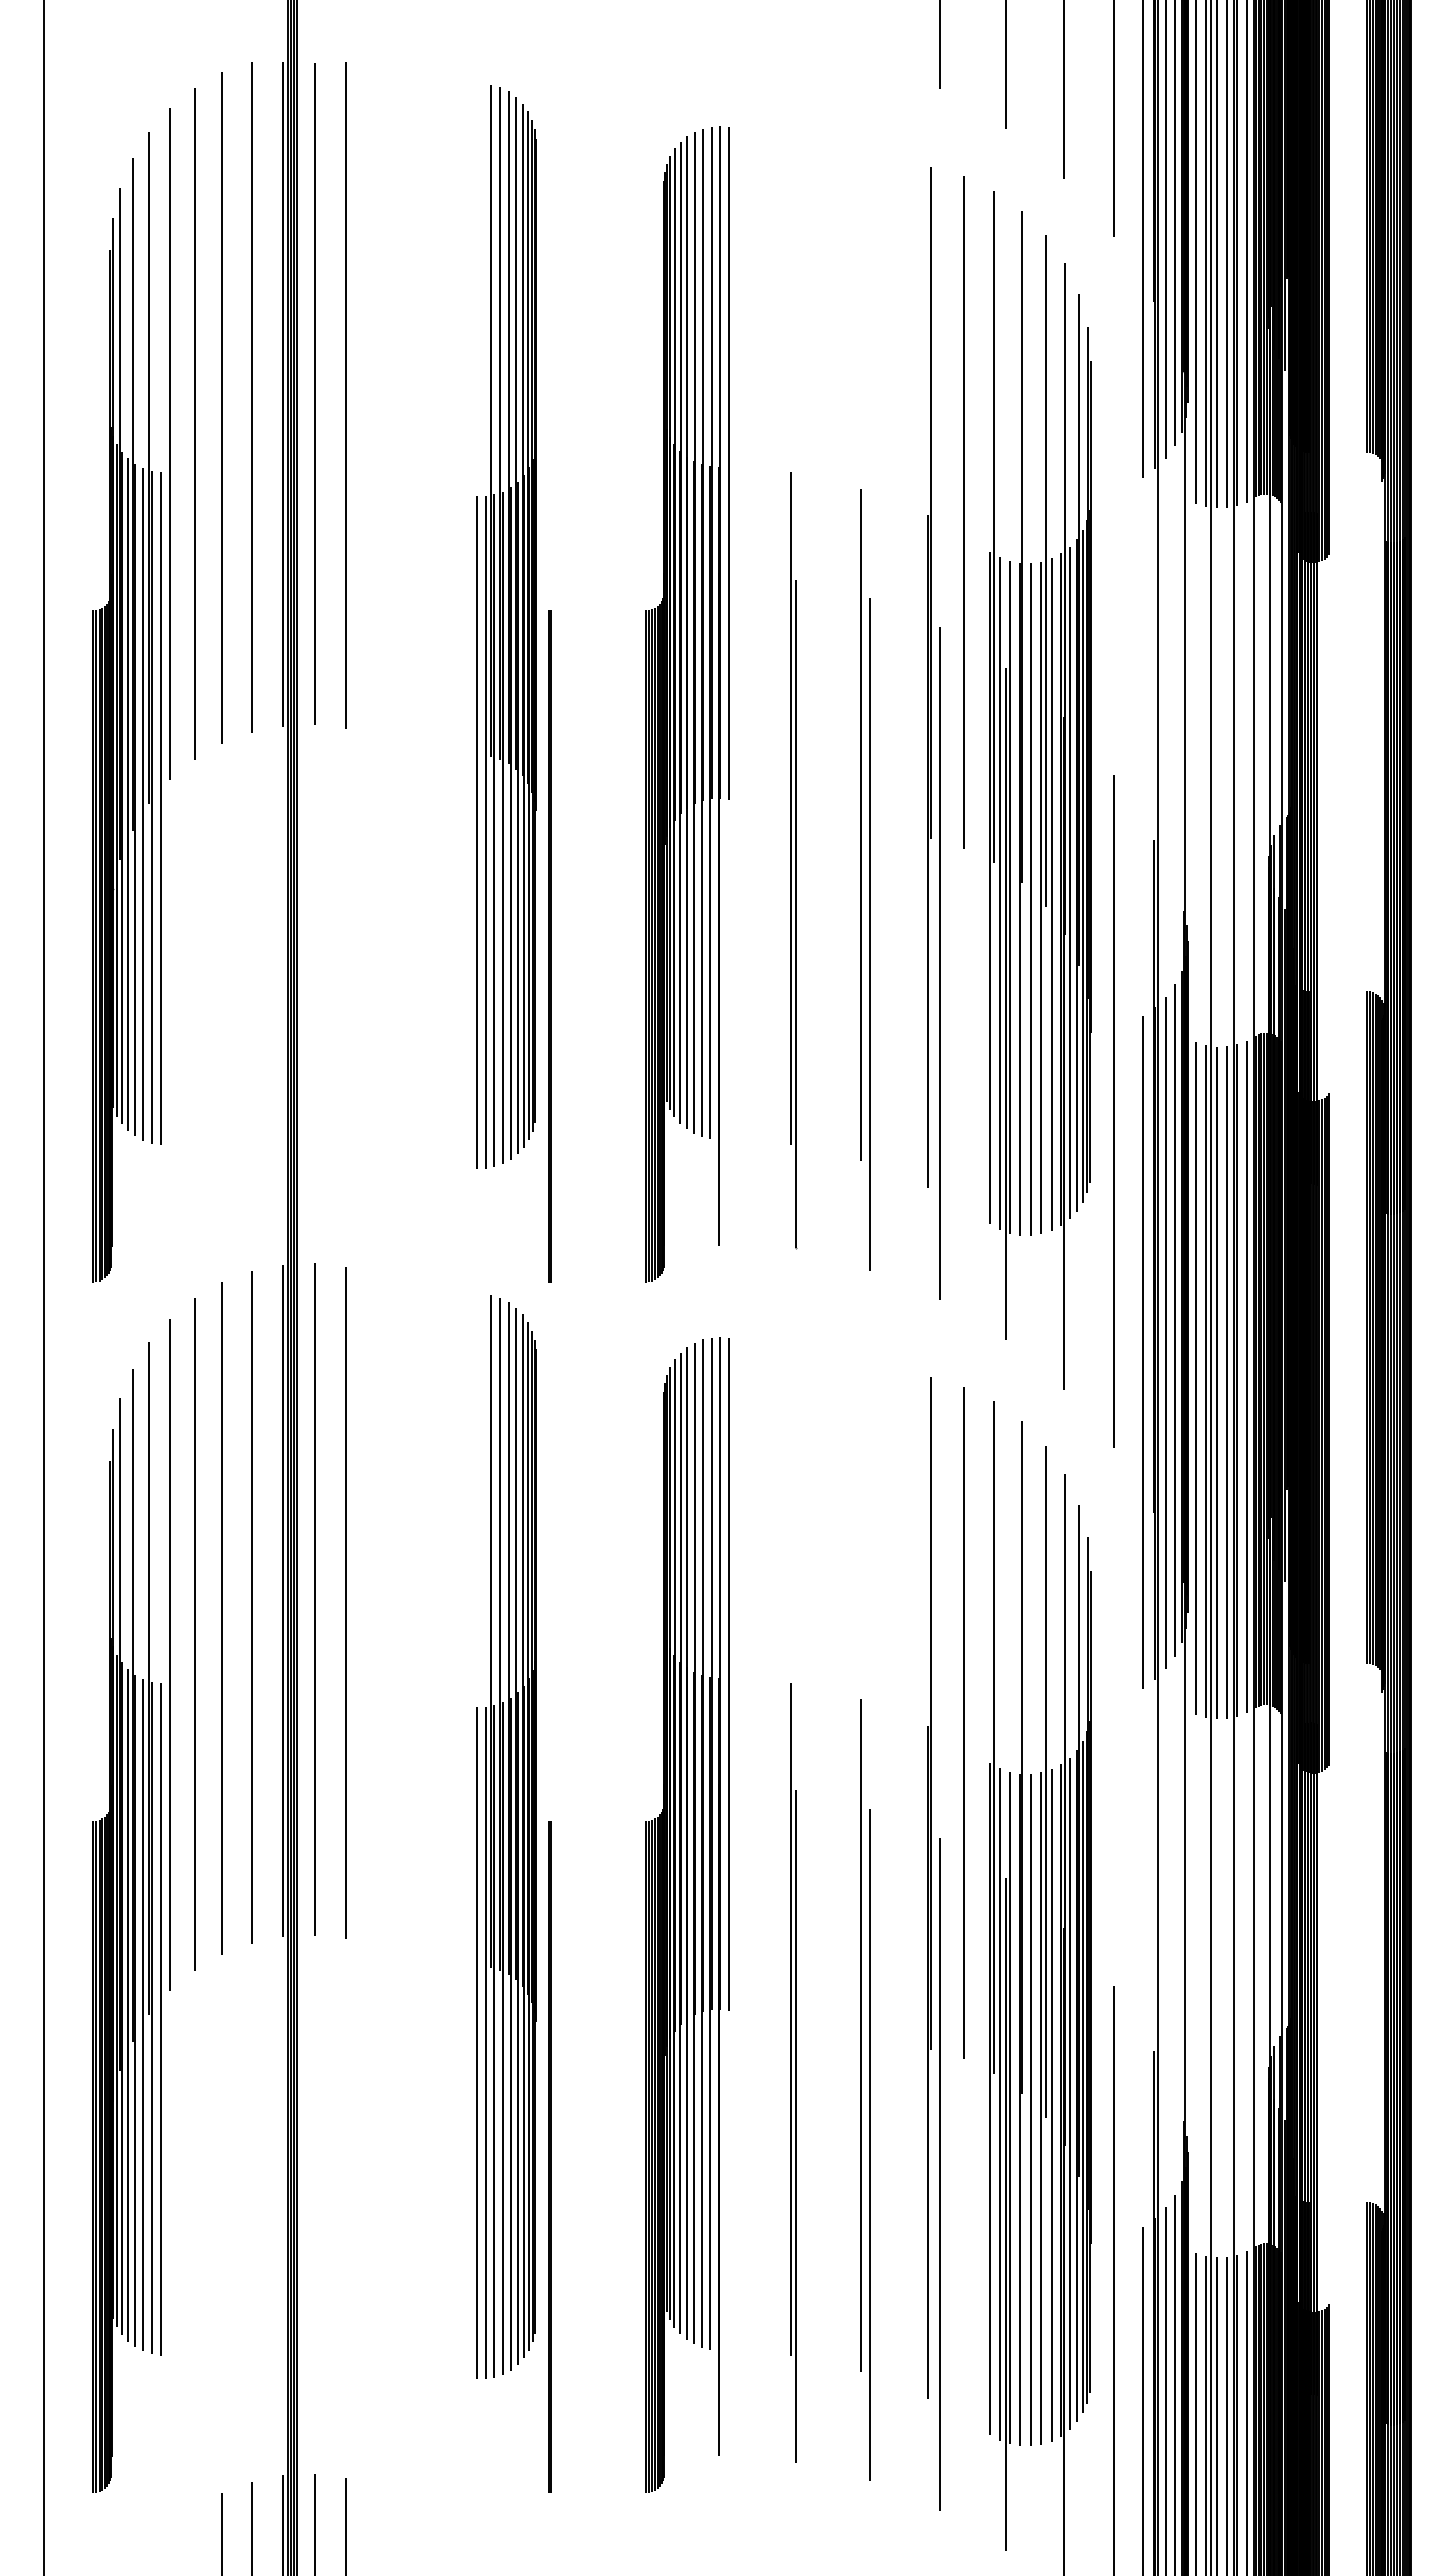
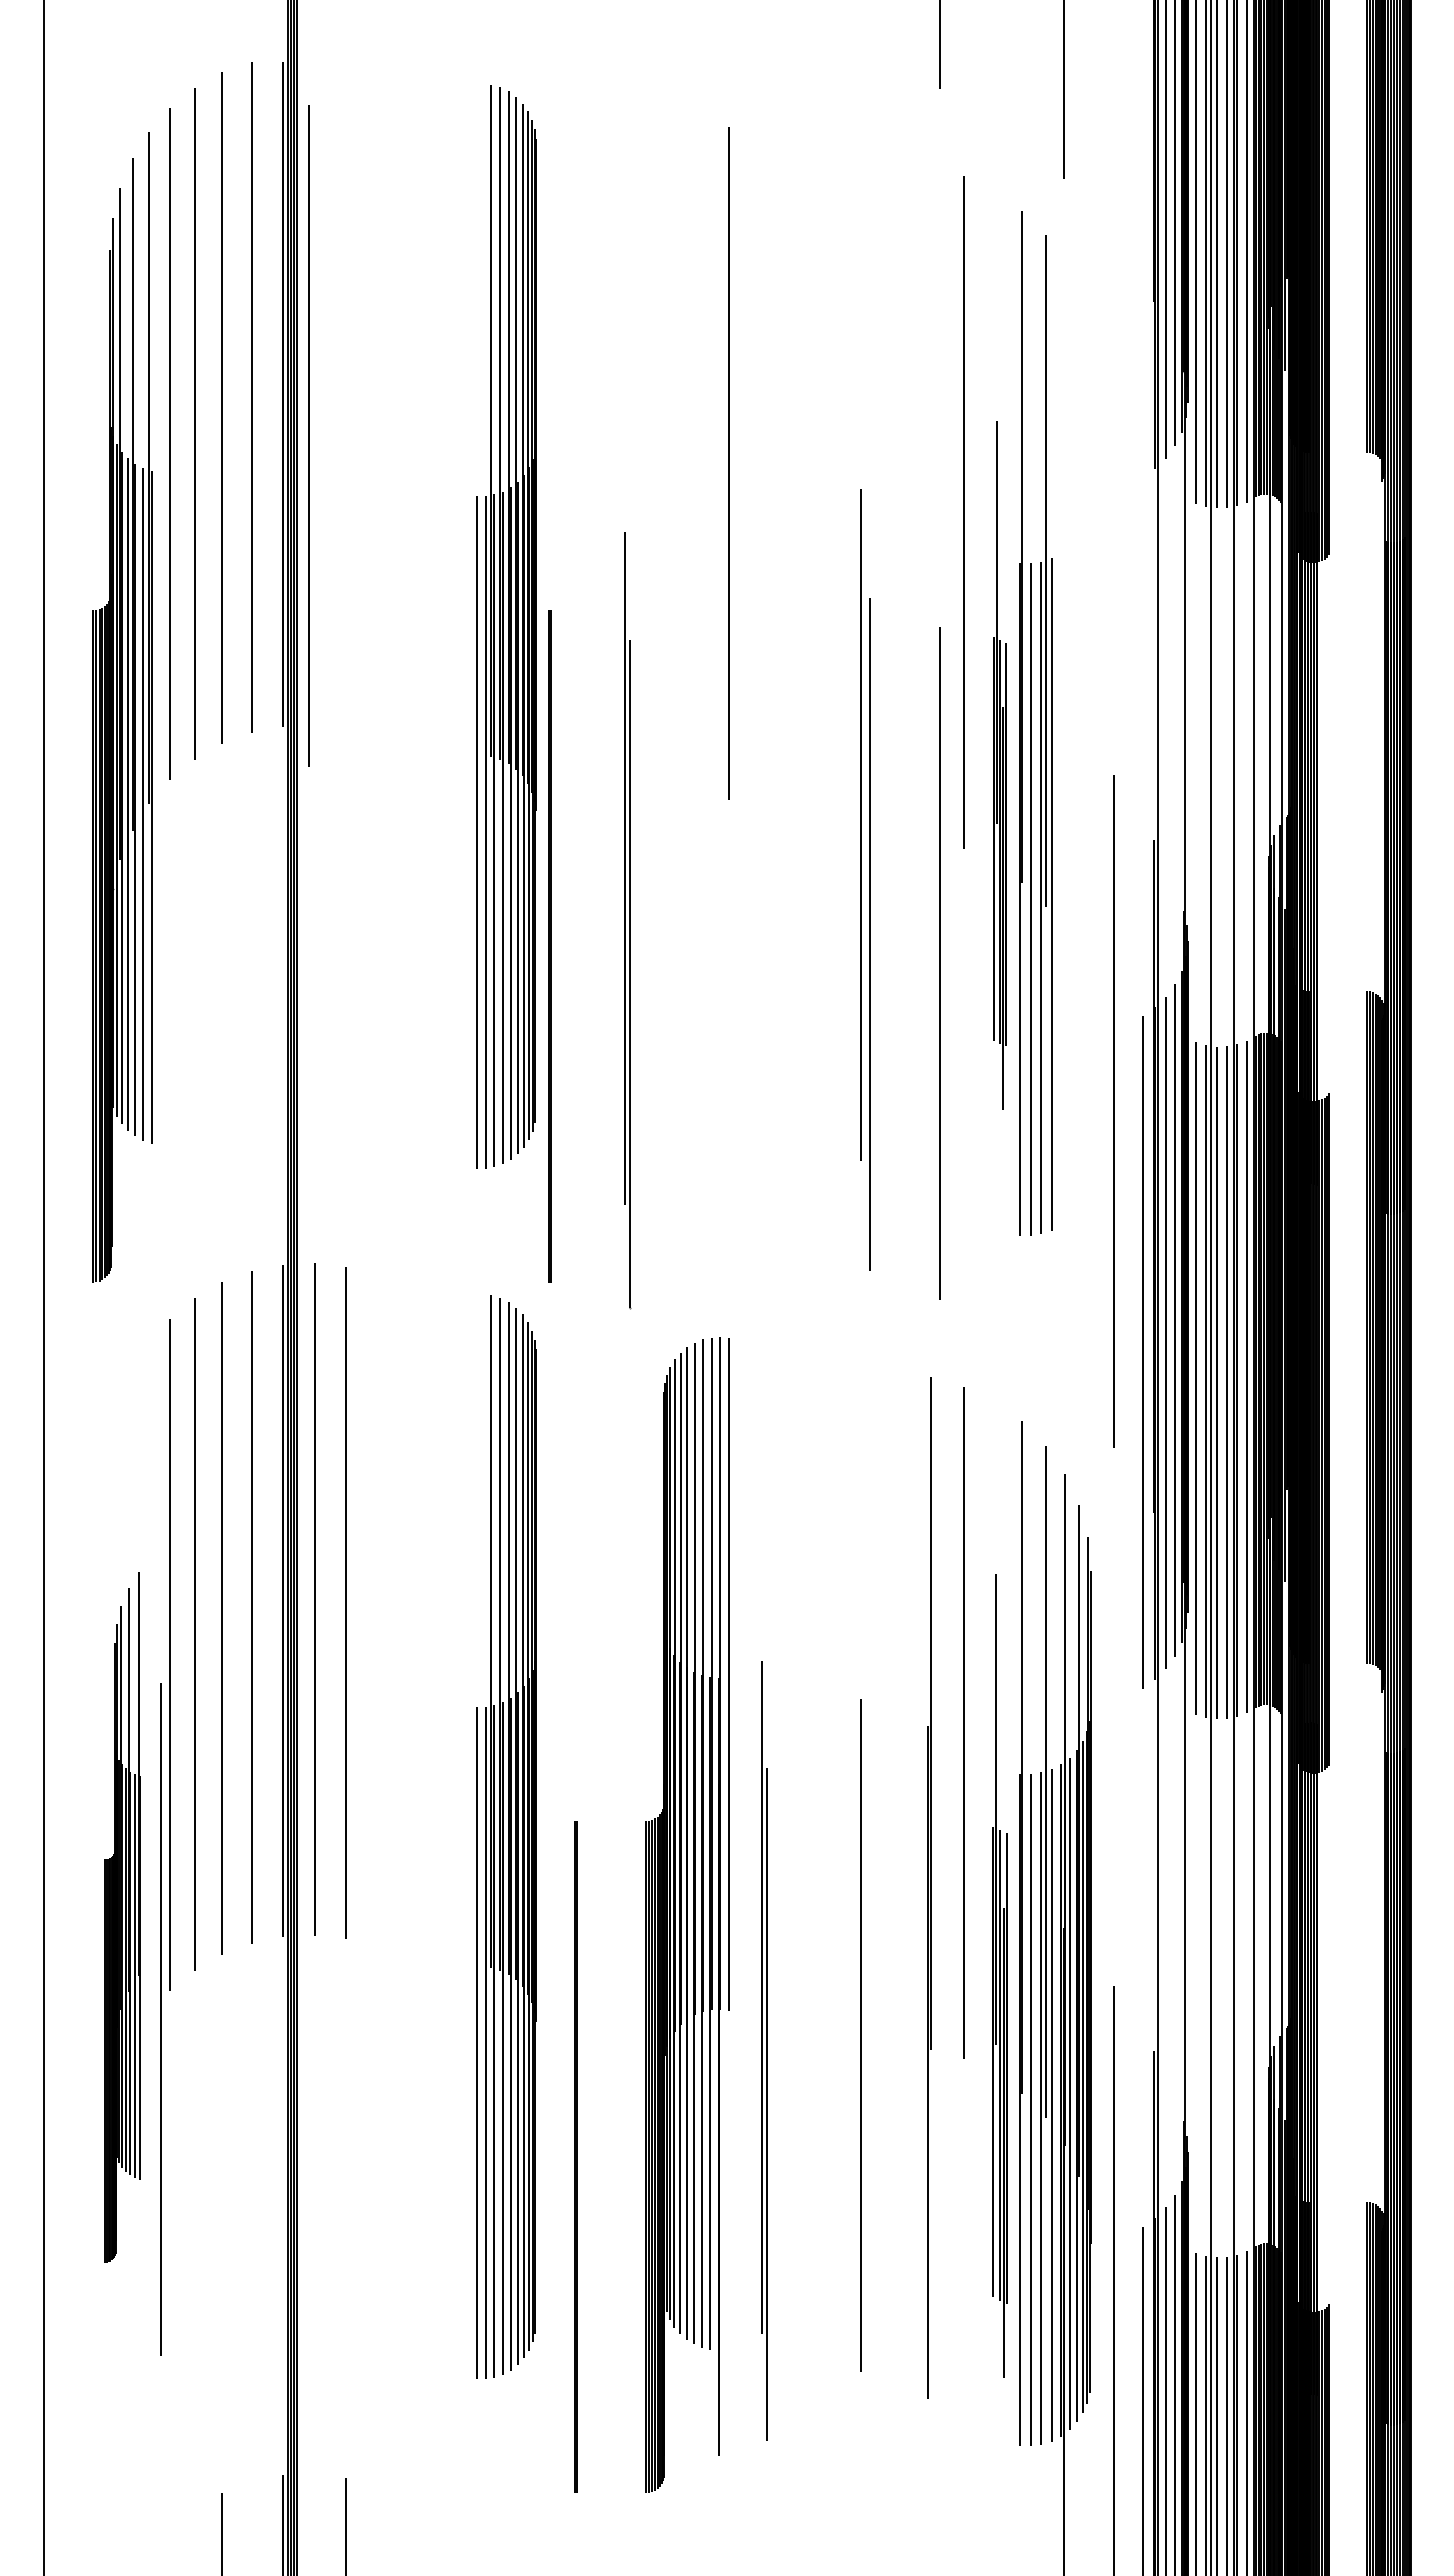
line at (1005, 65): present -> none
line at (1113, 119): present -> none
line at (1142, 239): present -> none
line at (314, 393) position: (314, 393) -> (308, 435)
line at (345, 395): present -> none
part at (929, 677): present -> none
part at (682, 704): present -> none
part at (999, 765) size: 22x1149 px -> 14x689 px
line at (160, 808): present -> none
part at (1075, 826): present -> none
part at (793, 860) position: (793, 860) -> (627, 920)
part at (122, 1917) size: 61x1151 px -> 37x691 px
part at (999, 1975) size: 22x1150 px -> 16x804 px
part at (793, 2072) position: (793, 2072) -> (764, 2050)
line at (869, 2144): present -> none
line at (549, 2156) position: (549, 2156) -> (575, 2156)
line at (939, 2174): present -> none
line at (314, 2522): present -> none
line at (251, 2526): present -> none
